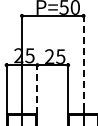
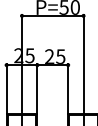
line at (83, 62): dashed -> solid
line at (37, 88): dashed -> solid
